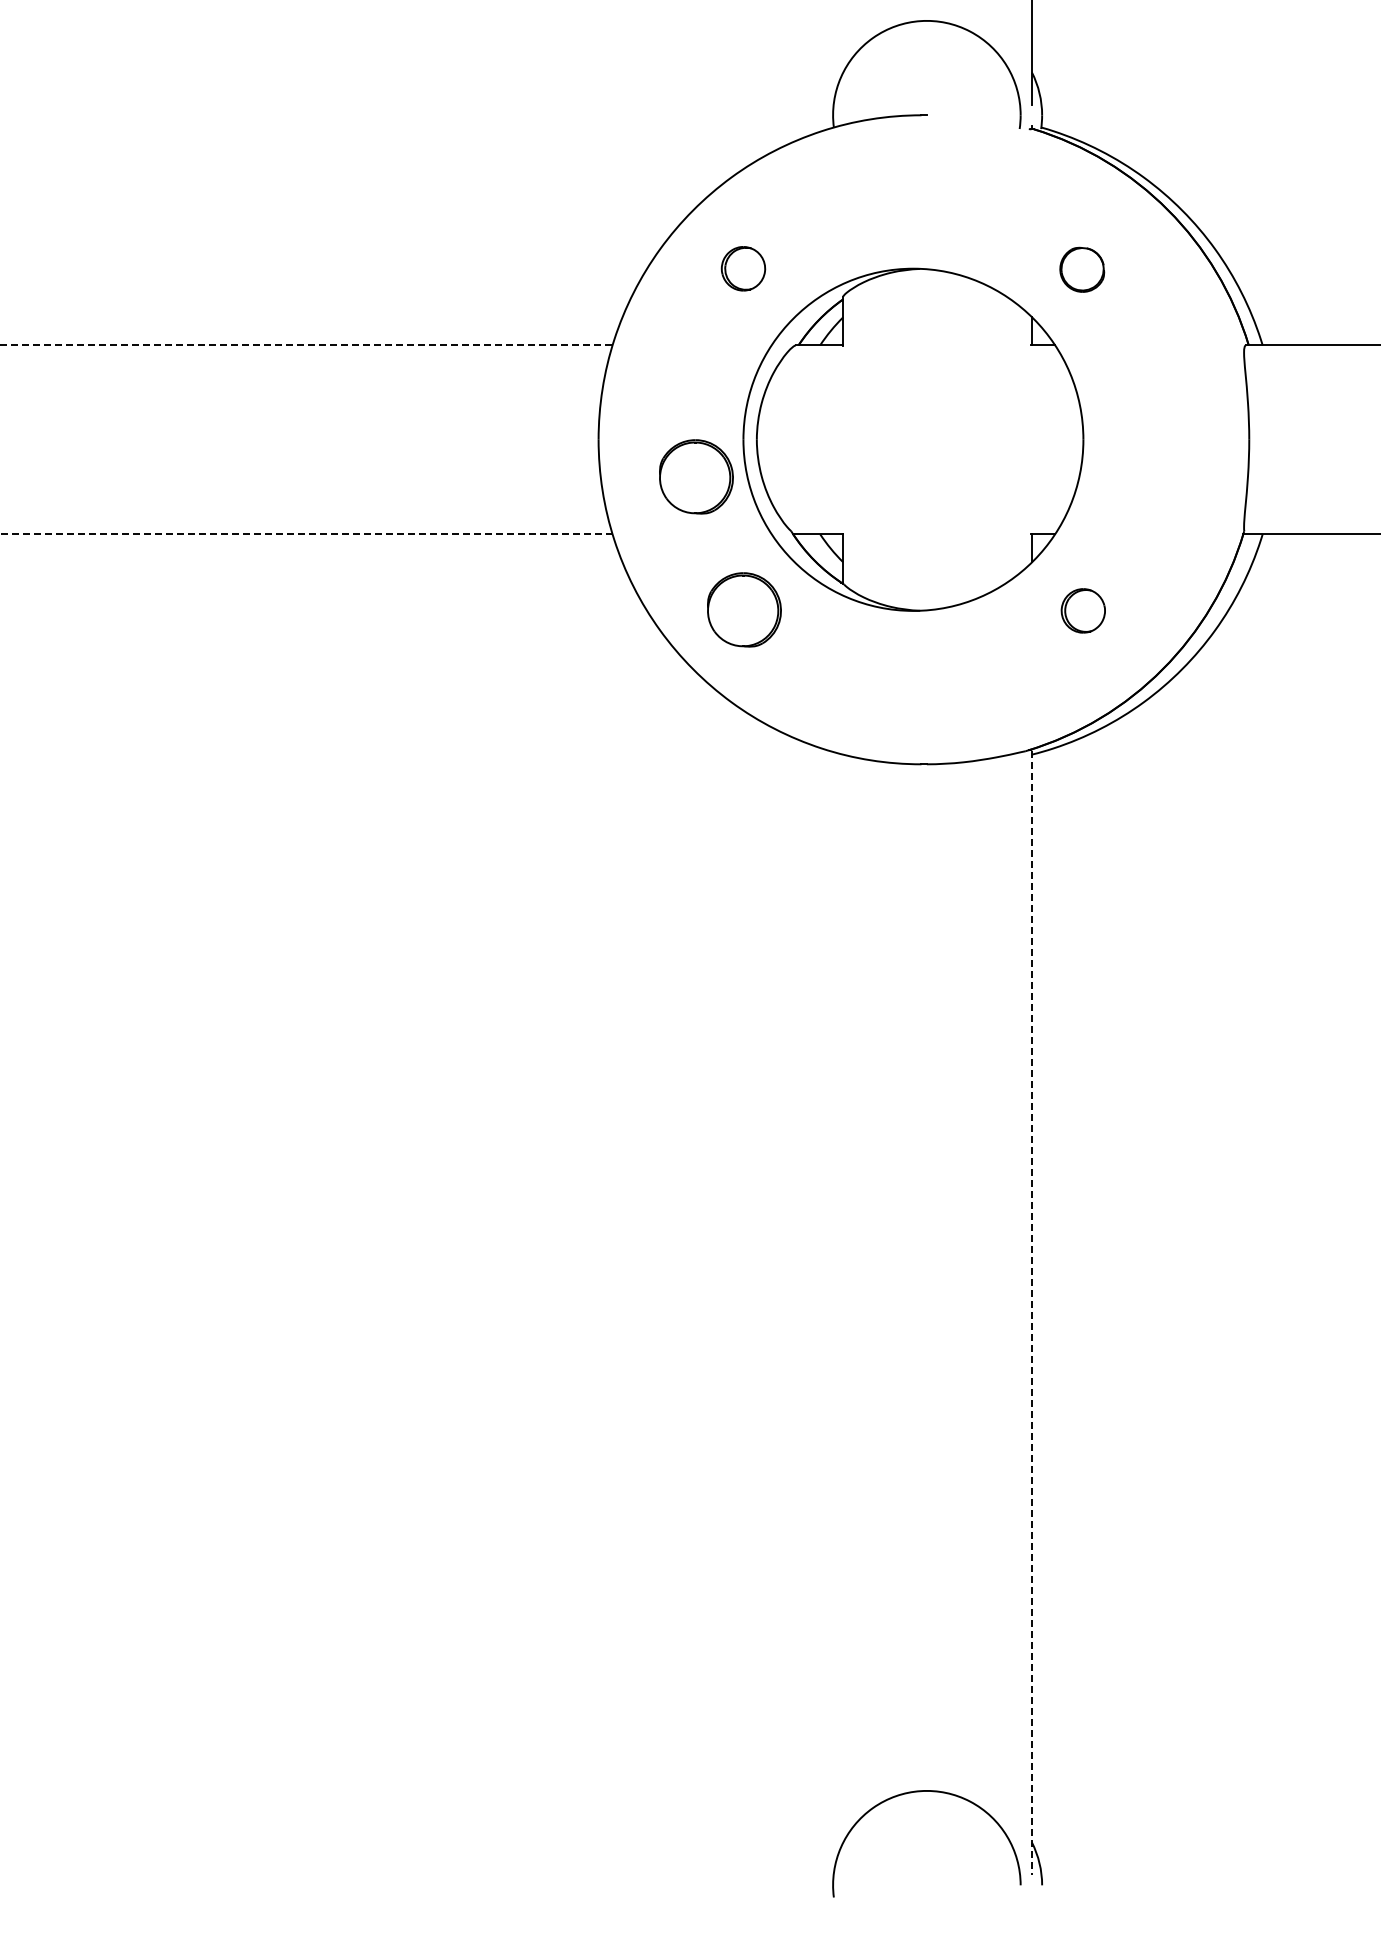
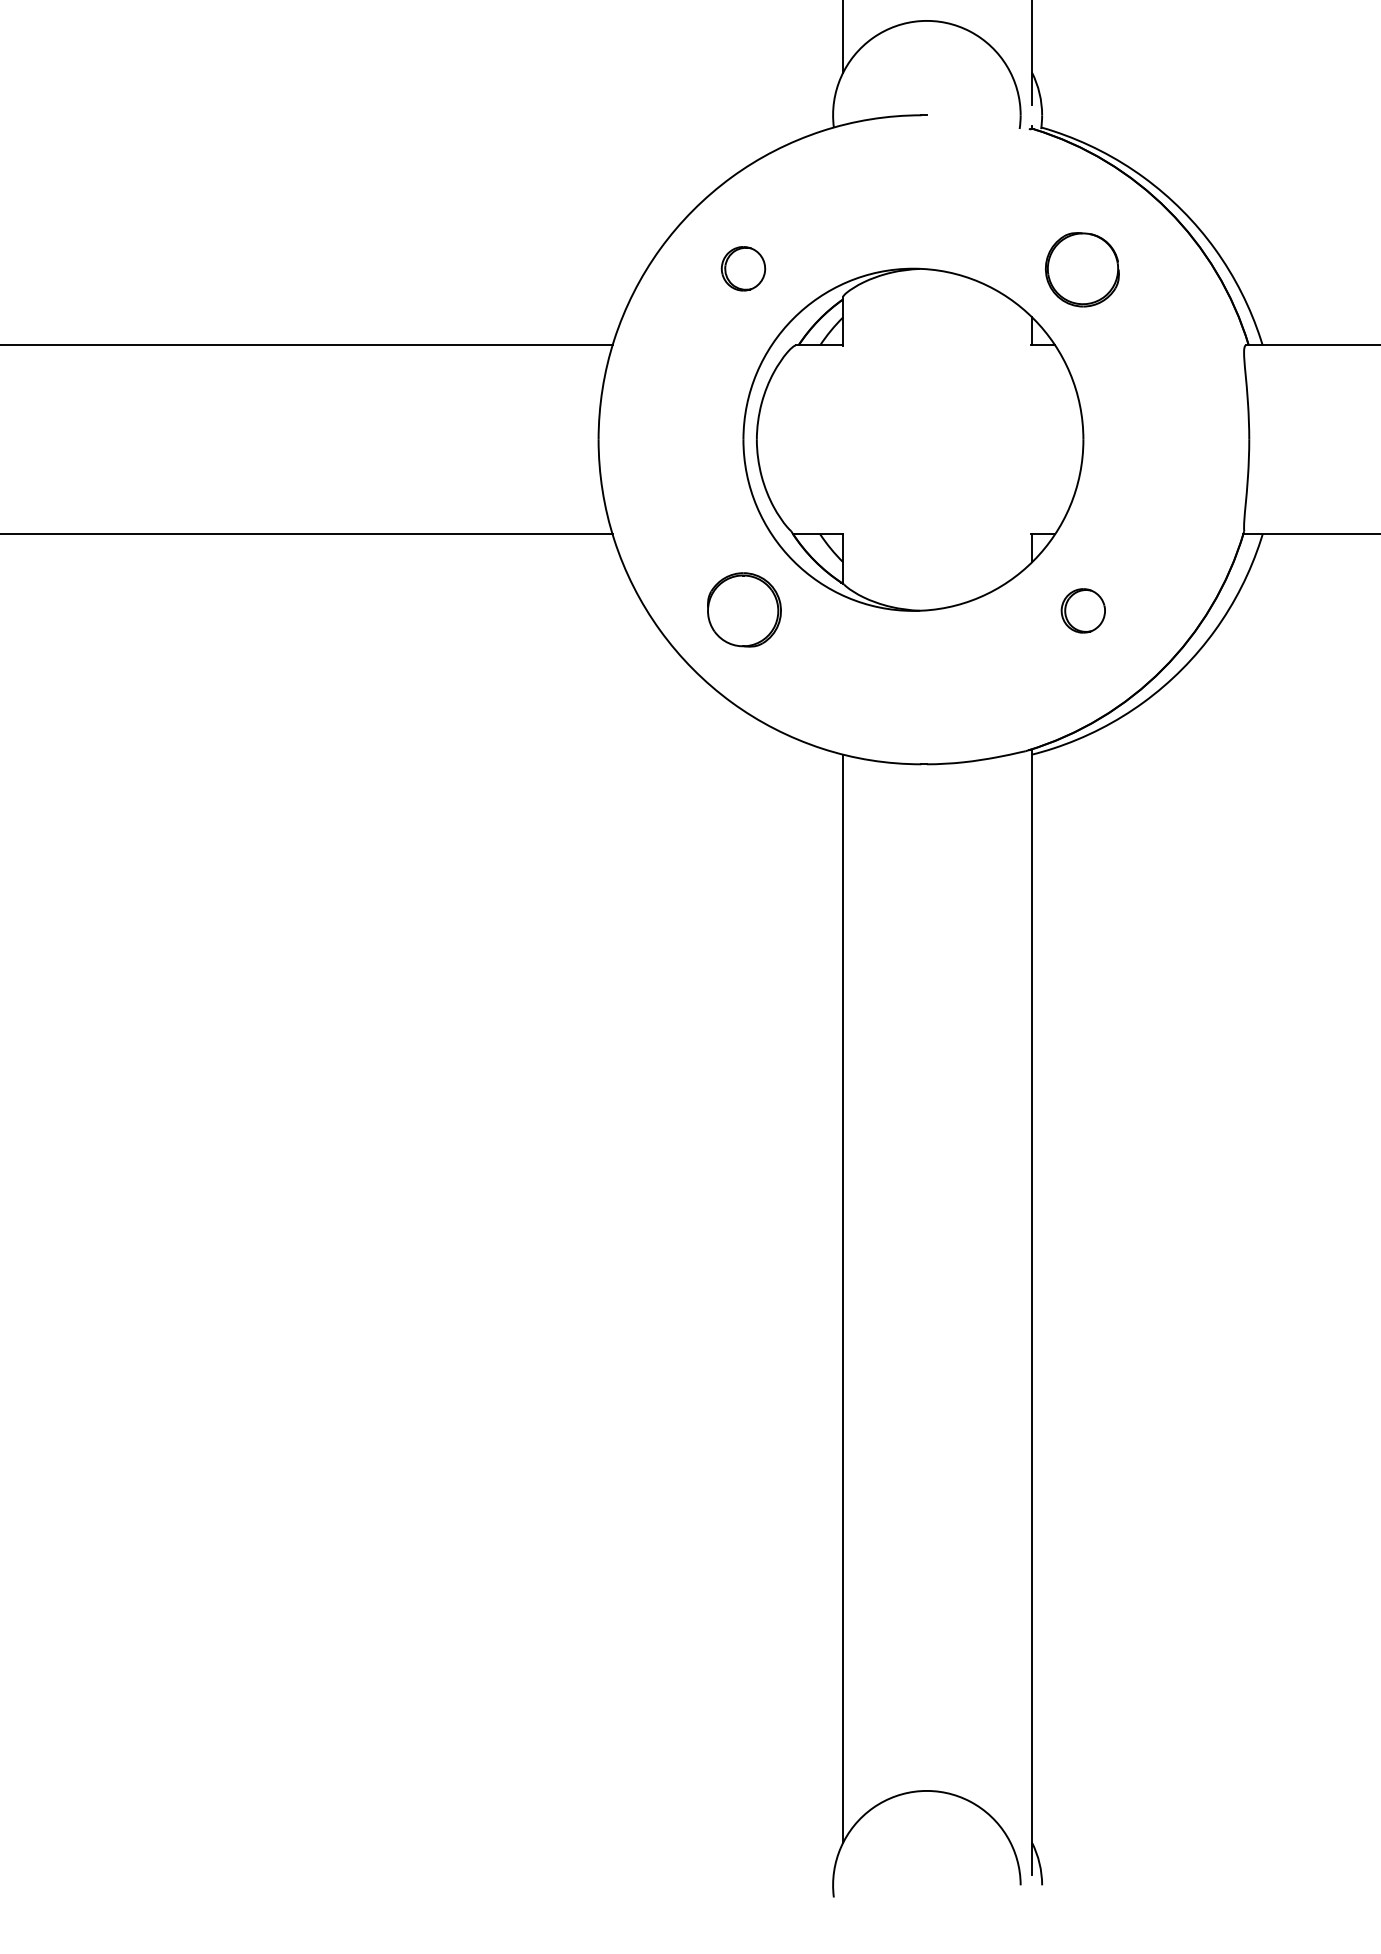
line at (843, 37): none -> present
part at (1082, 269) size: 47x47 px -> 76x76 px
line at (306, 345): dashed -> solid
part at (696, 476): present -> none
line at (305, 534): dashed -> solid
line at (843, 1298): none -> present
line at (1032, 1313): dashed -> solid
